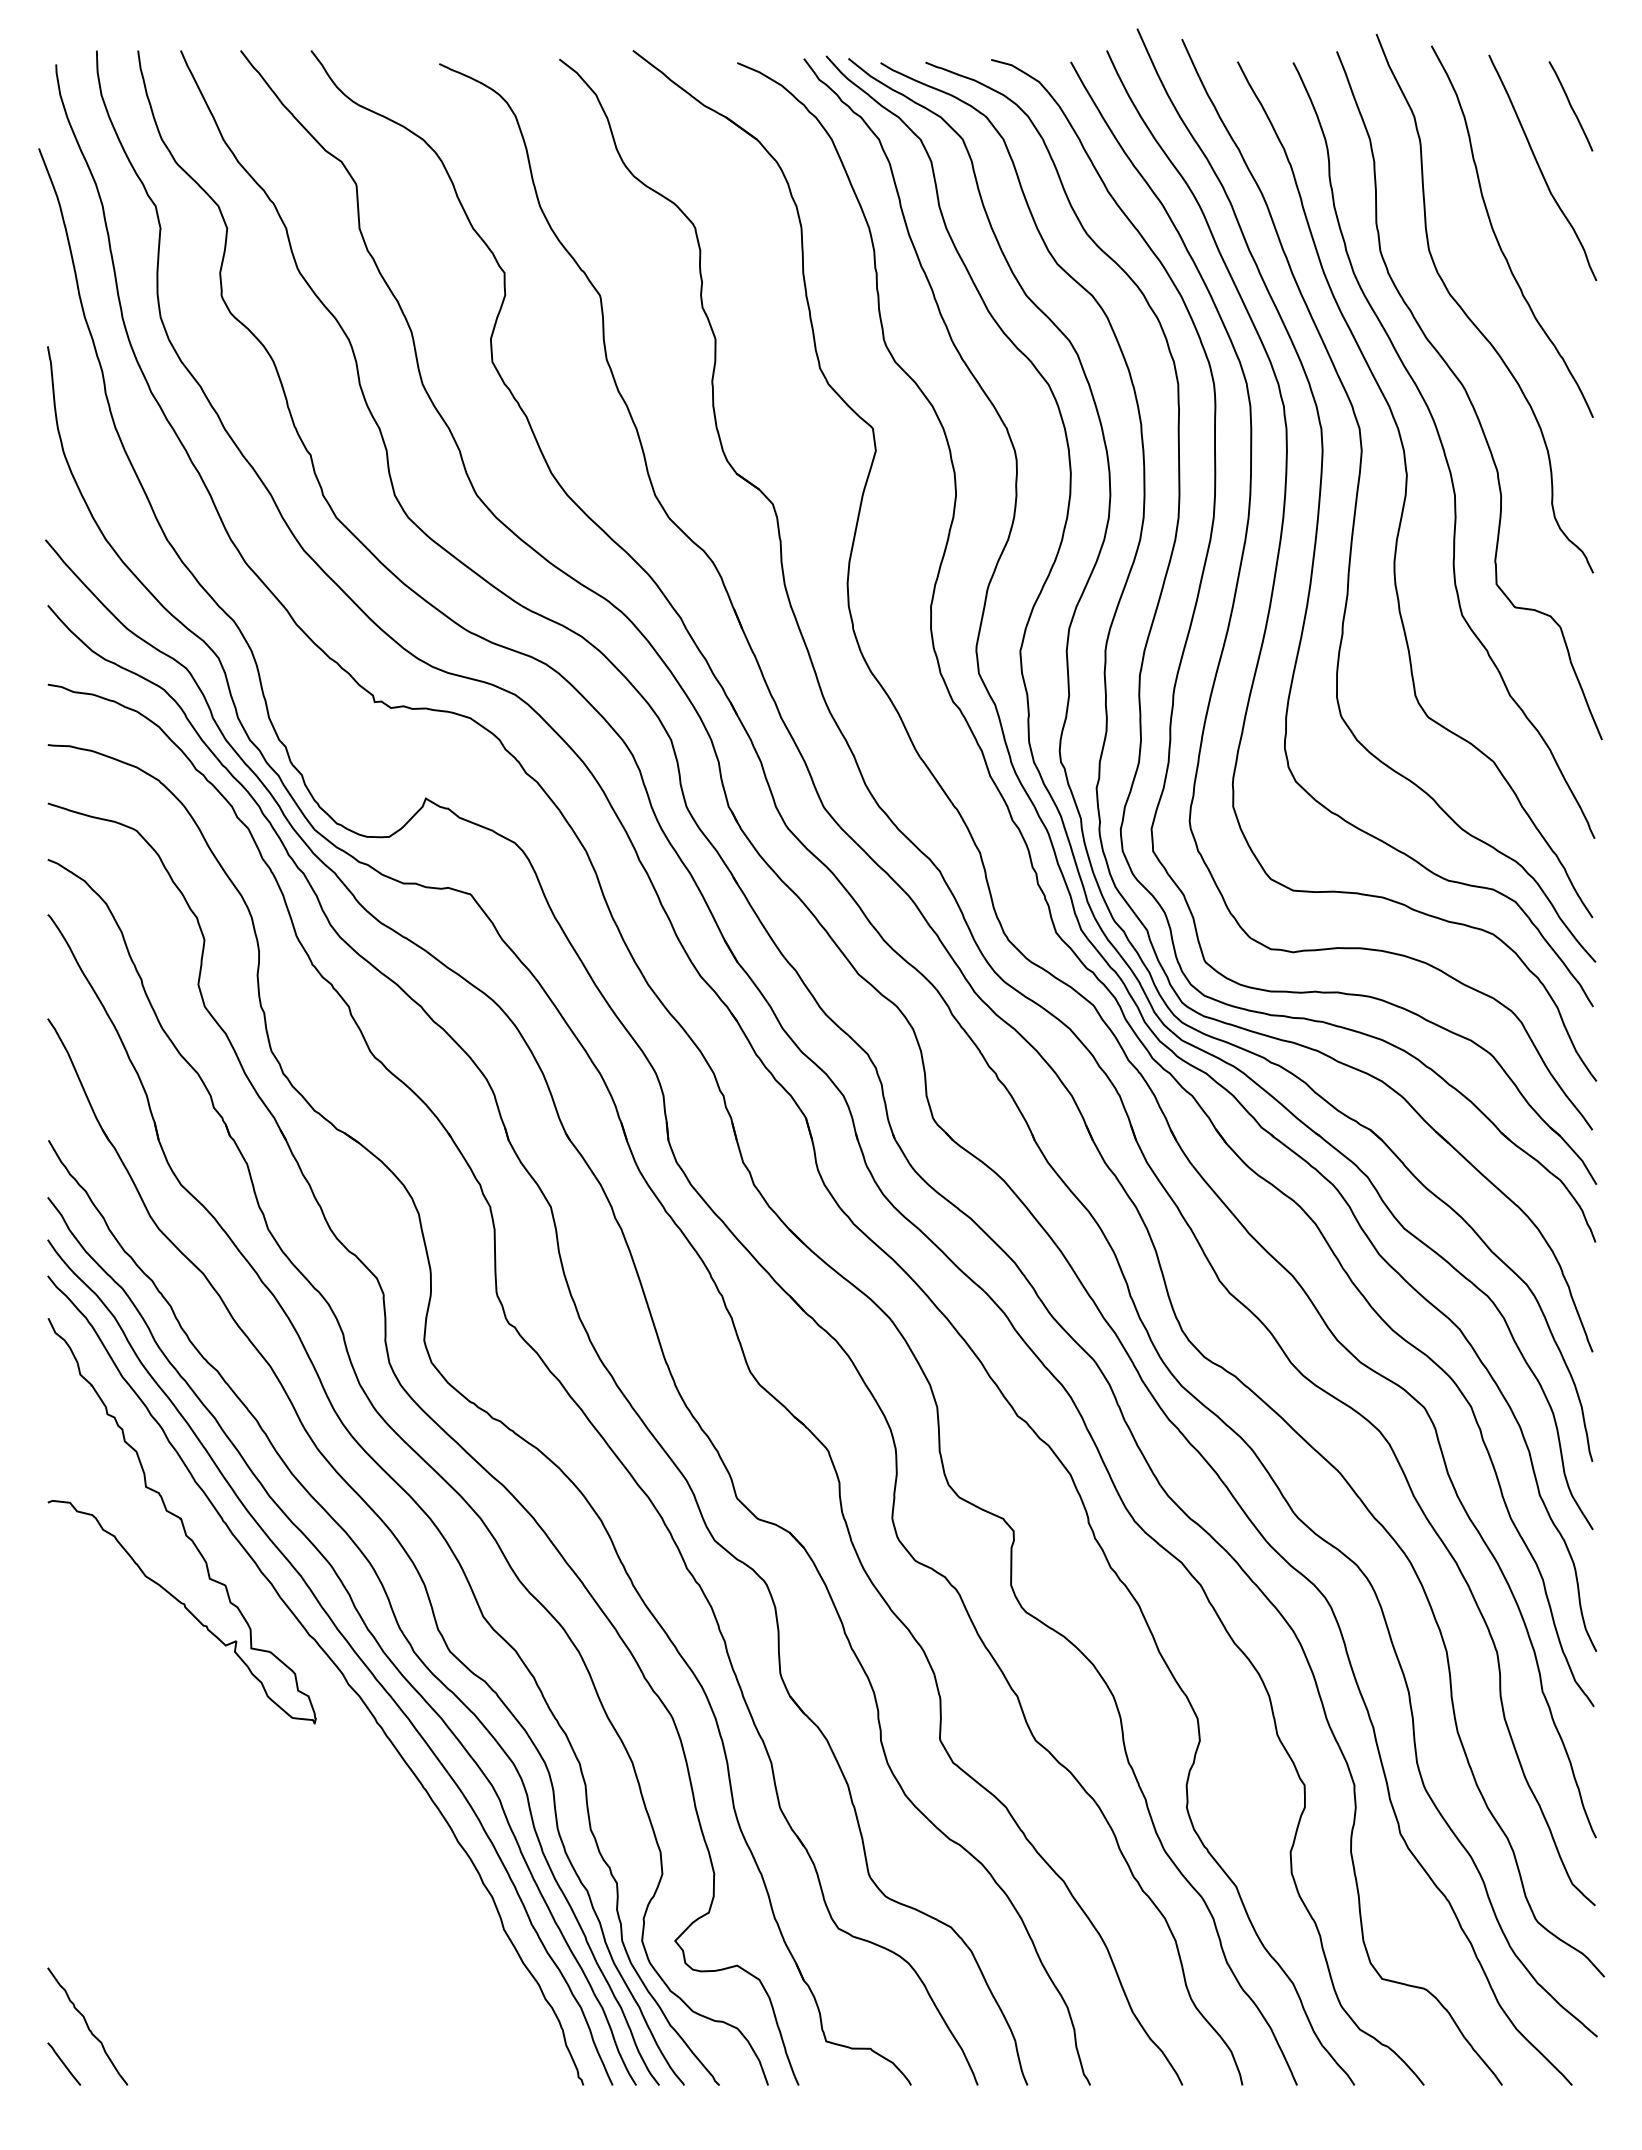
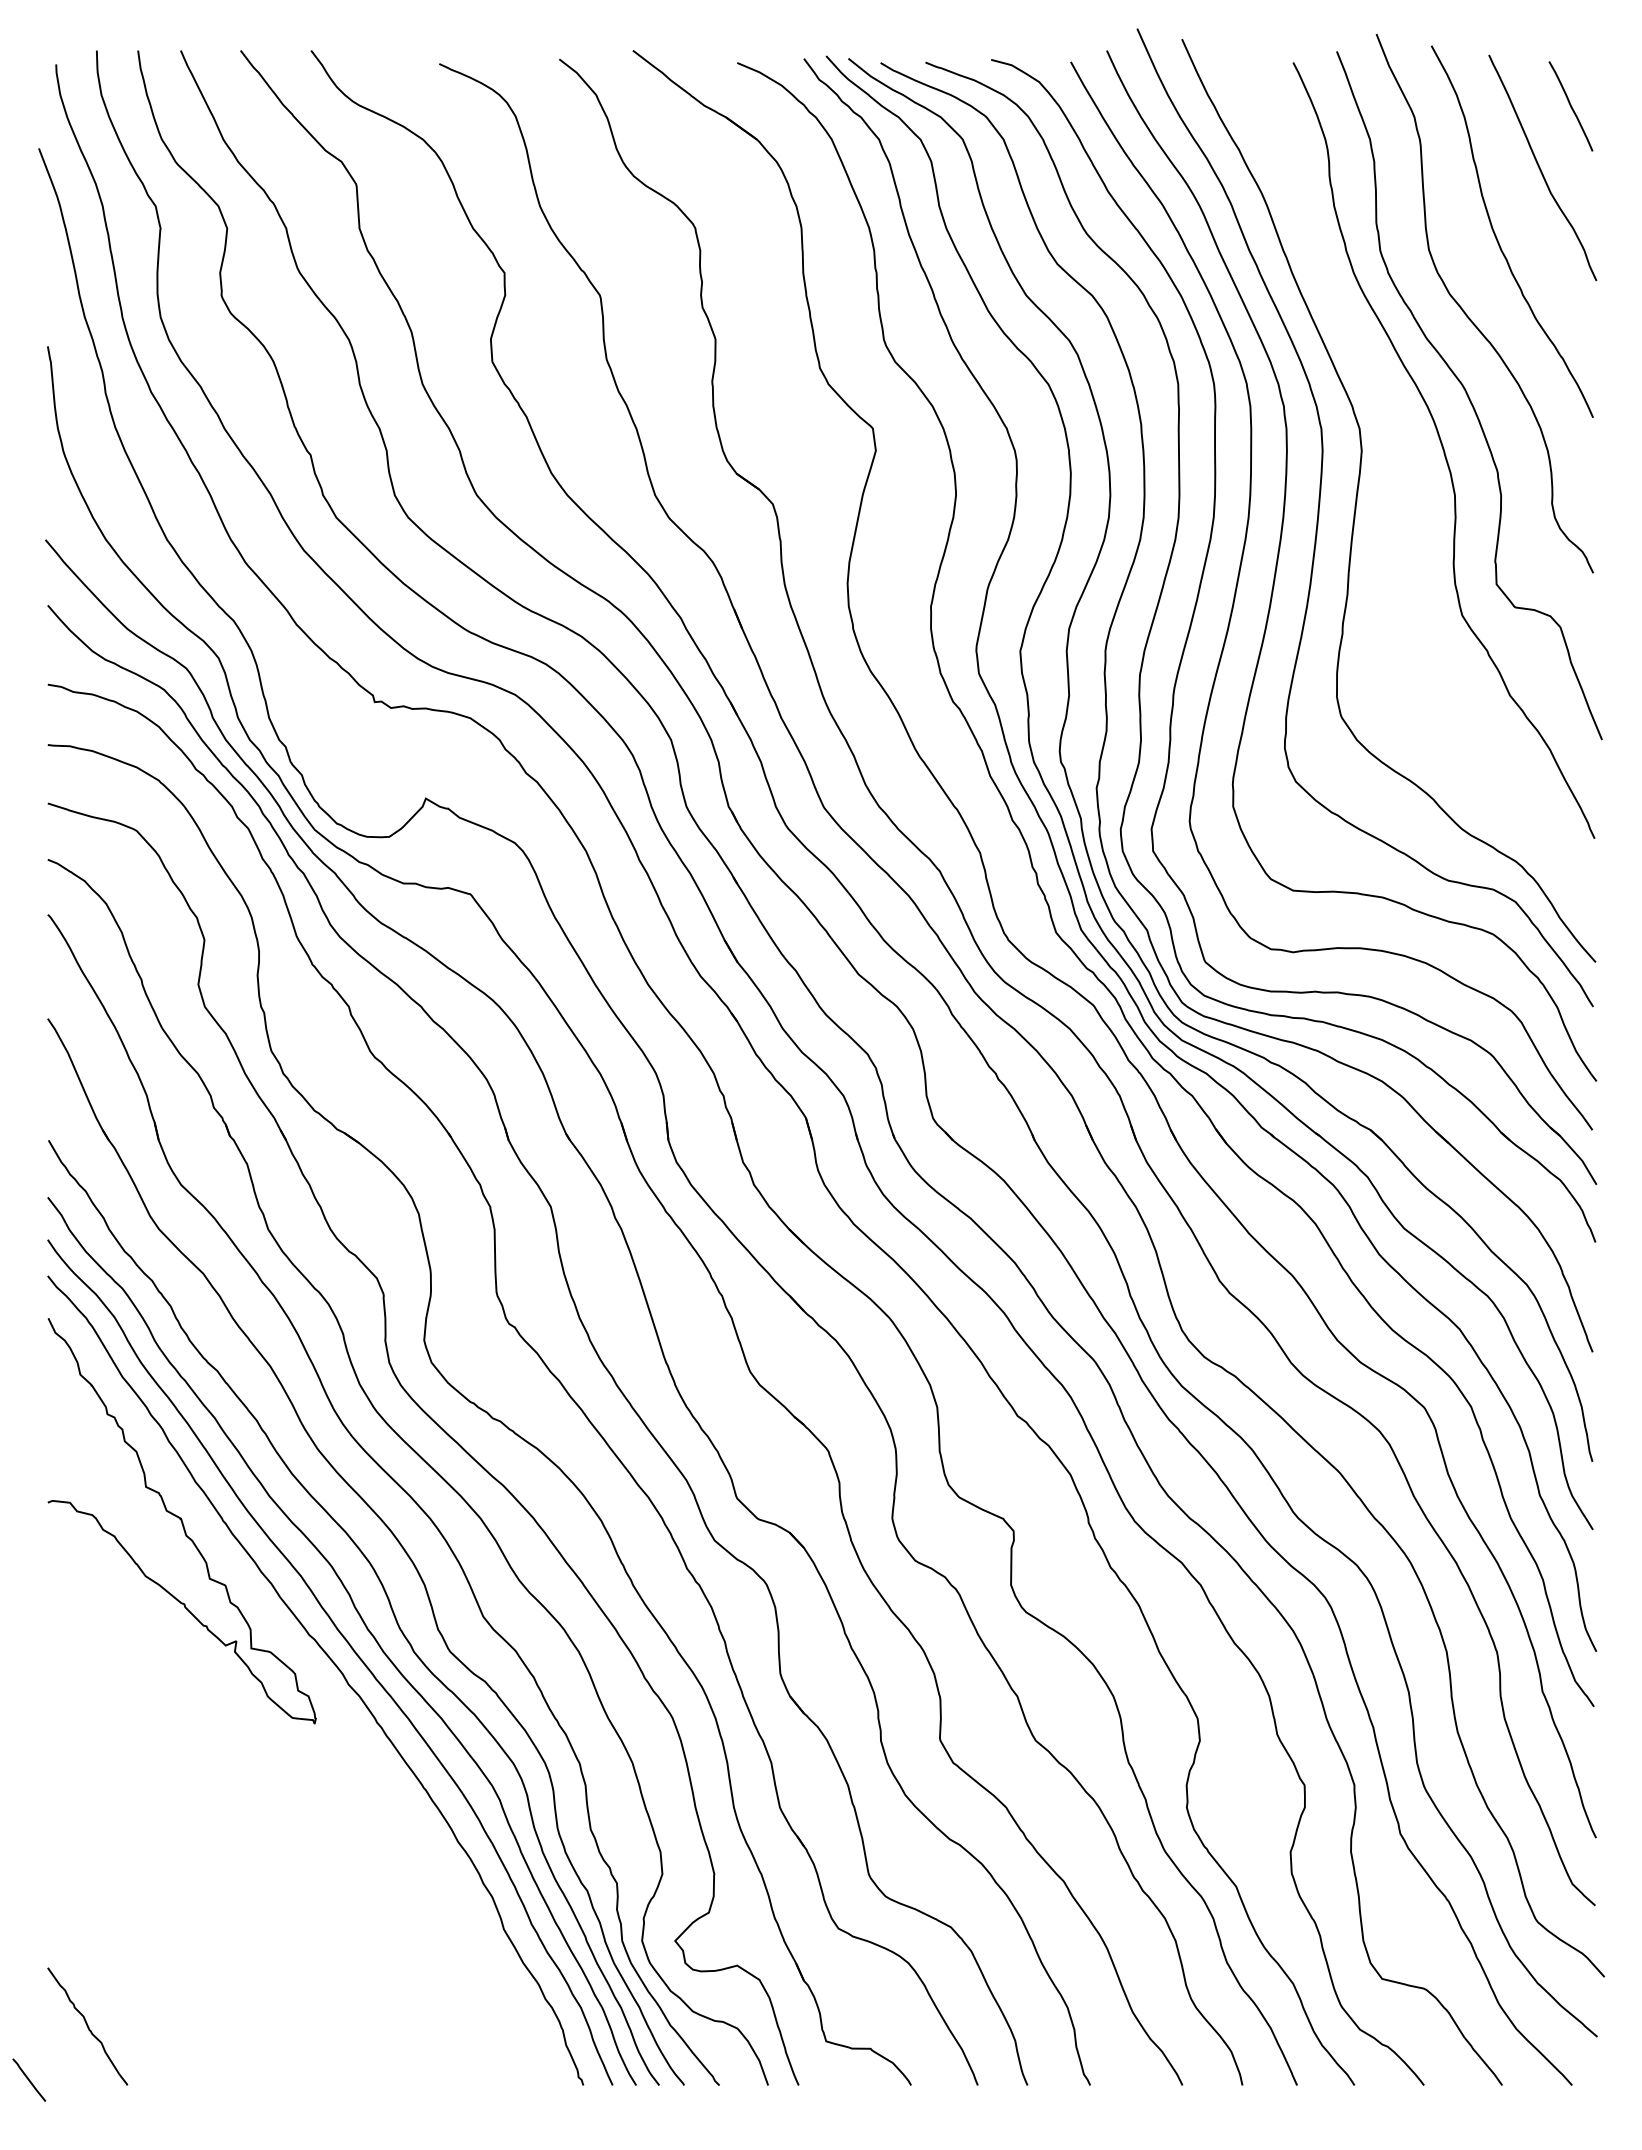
curve at (1407, 487): present -> none
line at (64, 2063) position: (64, 2063) -> (29, 2079)
